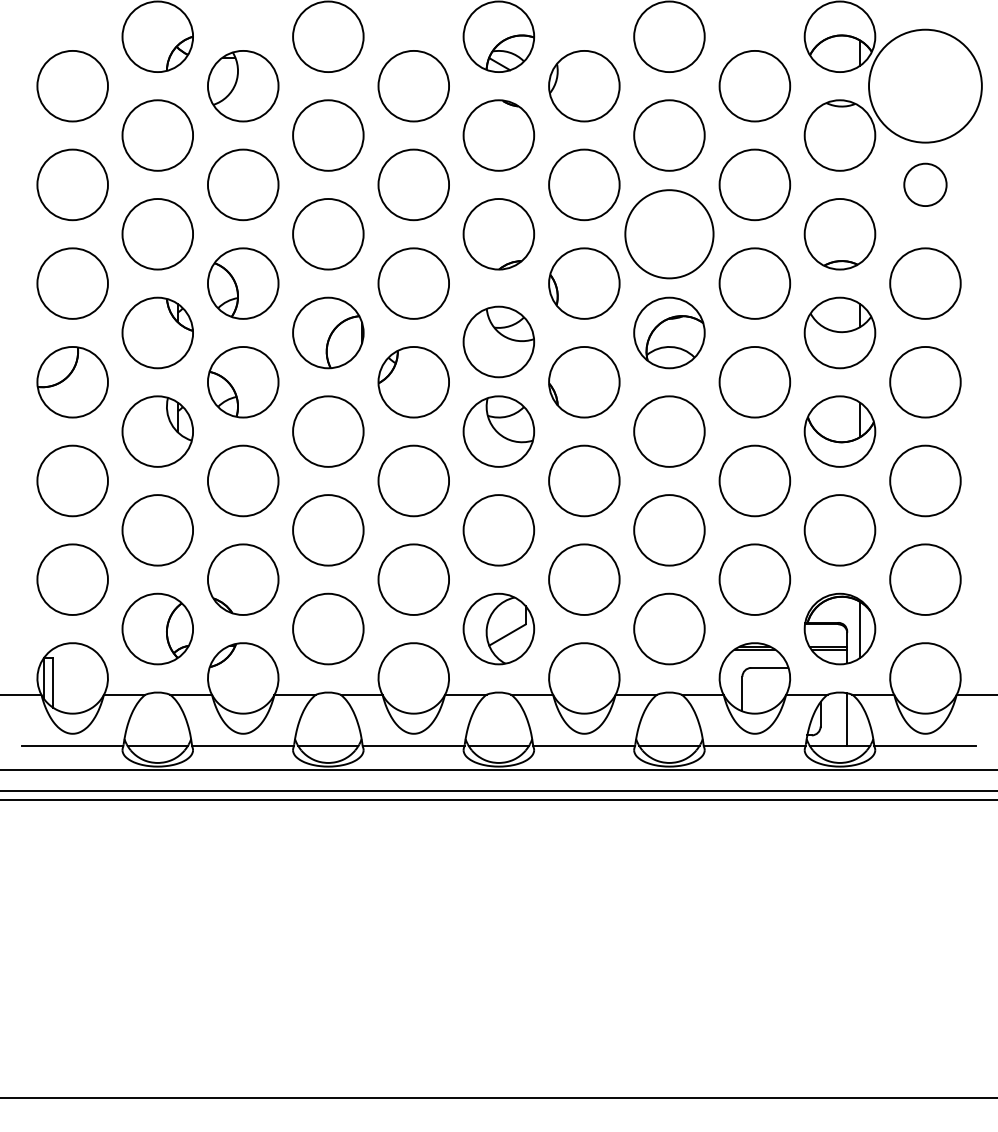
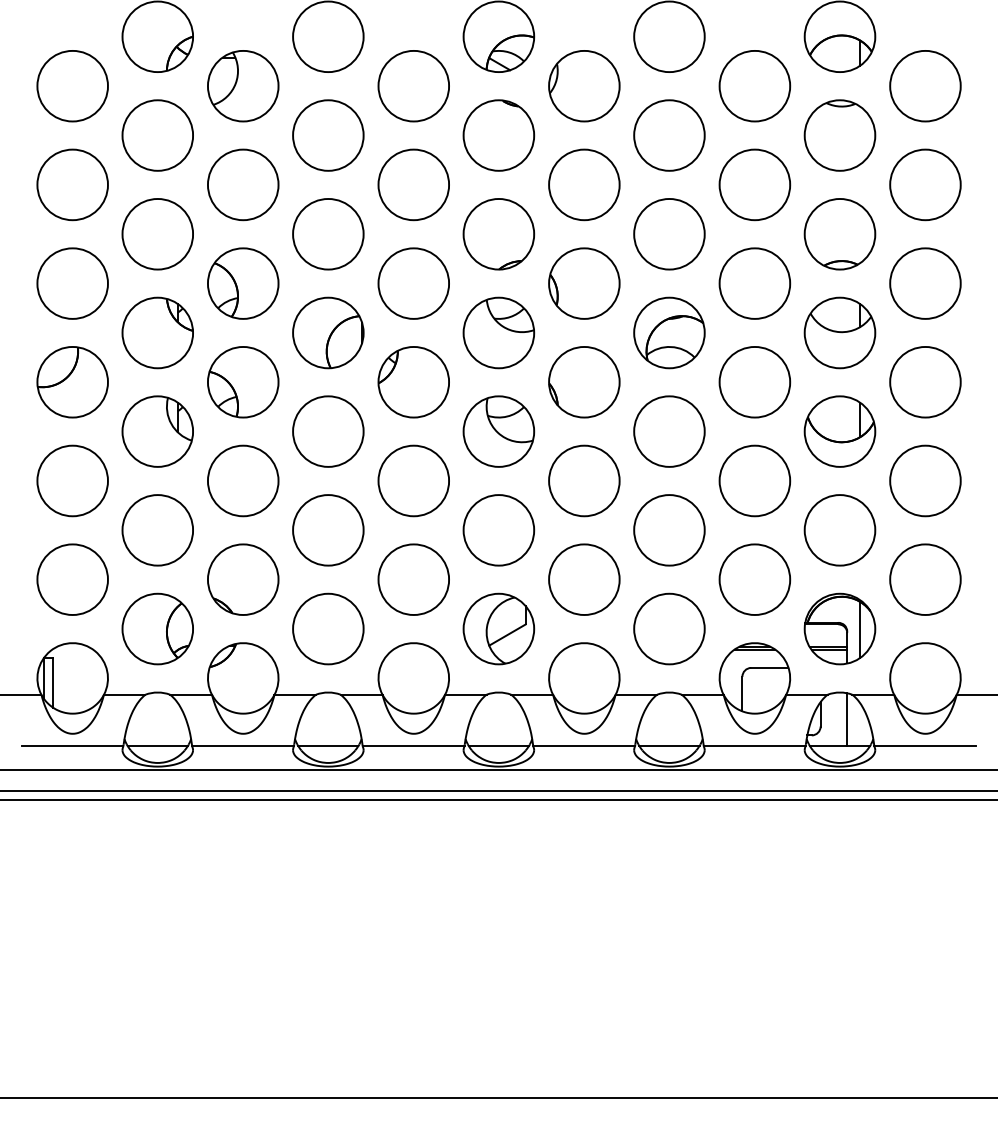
circle at (925, 85) diameter: 113 px -> 71 px
circle at (925, 184) diameter: 42 px -> 71 px
circle at (669, 234) diameter: 88 px -> 71 px
part at (498, 341) position: (498, 341) -> (498, 332)
